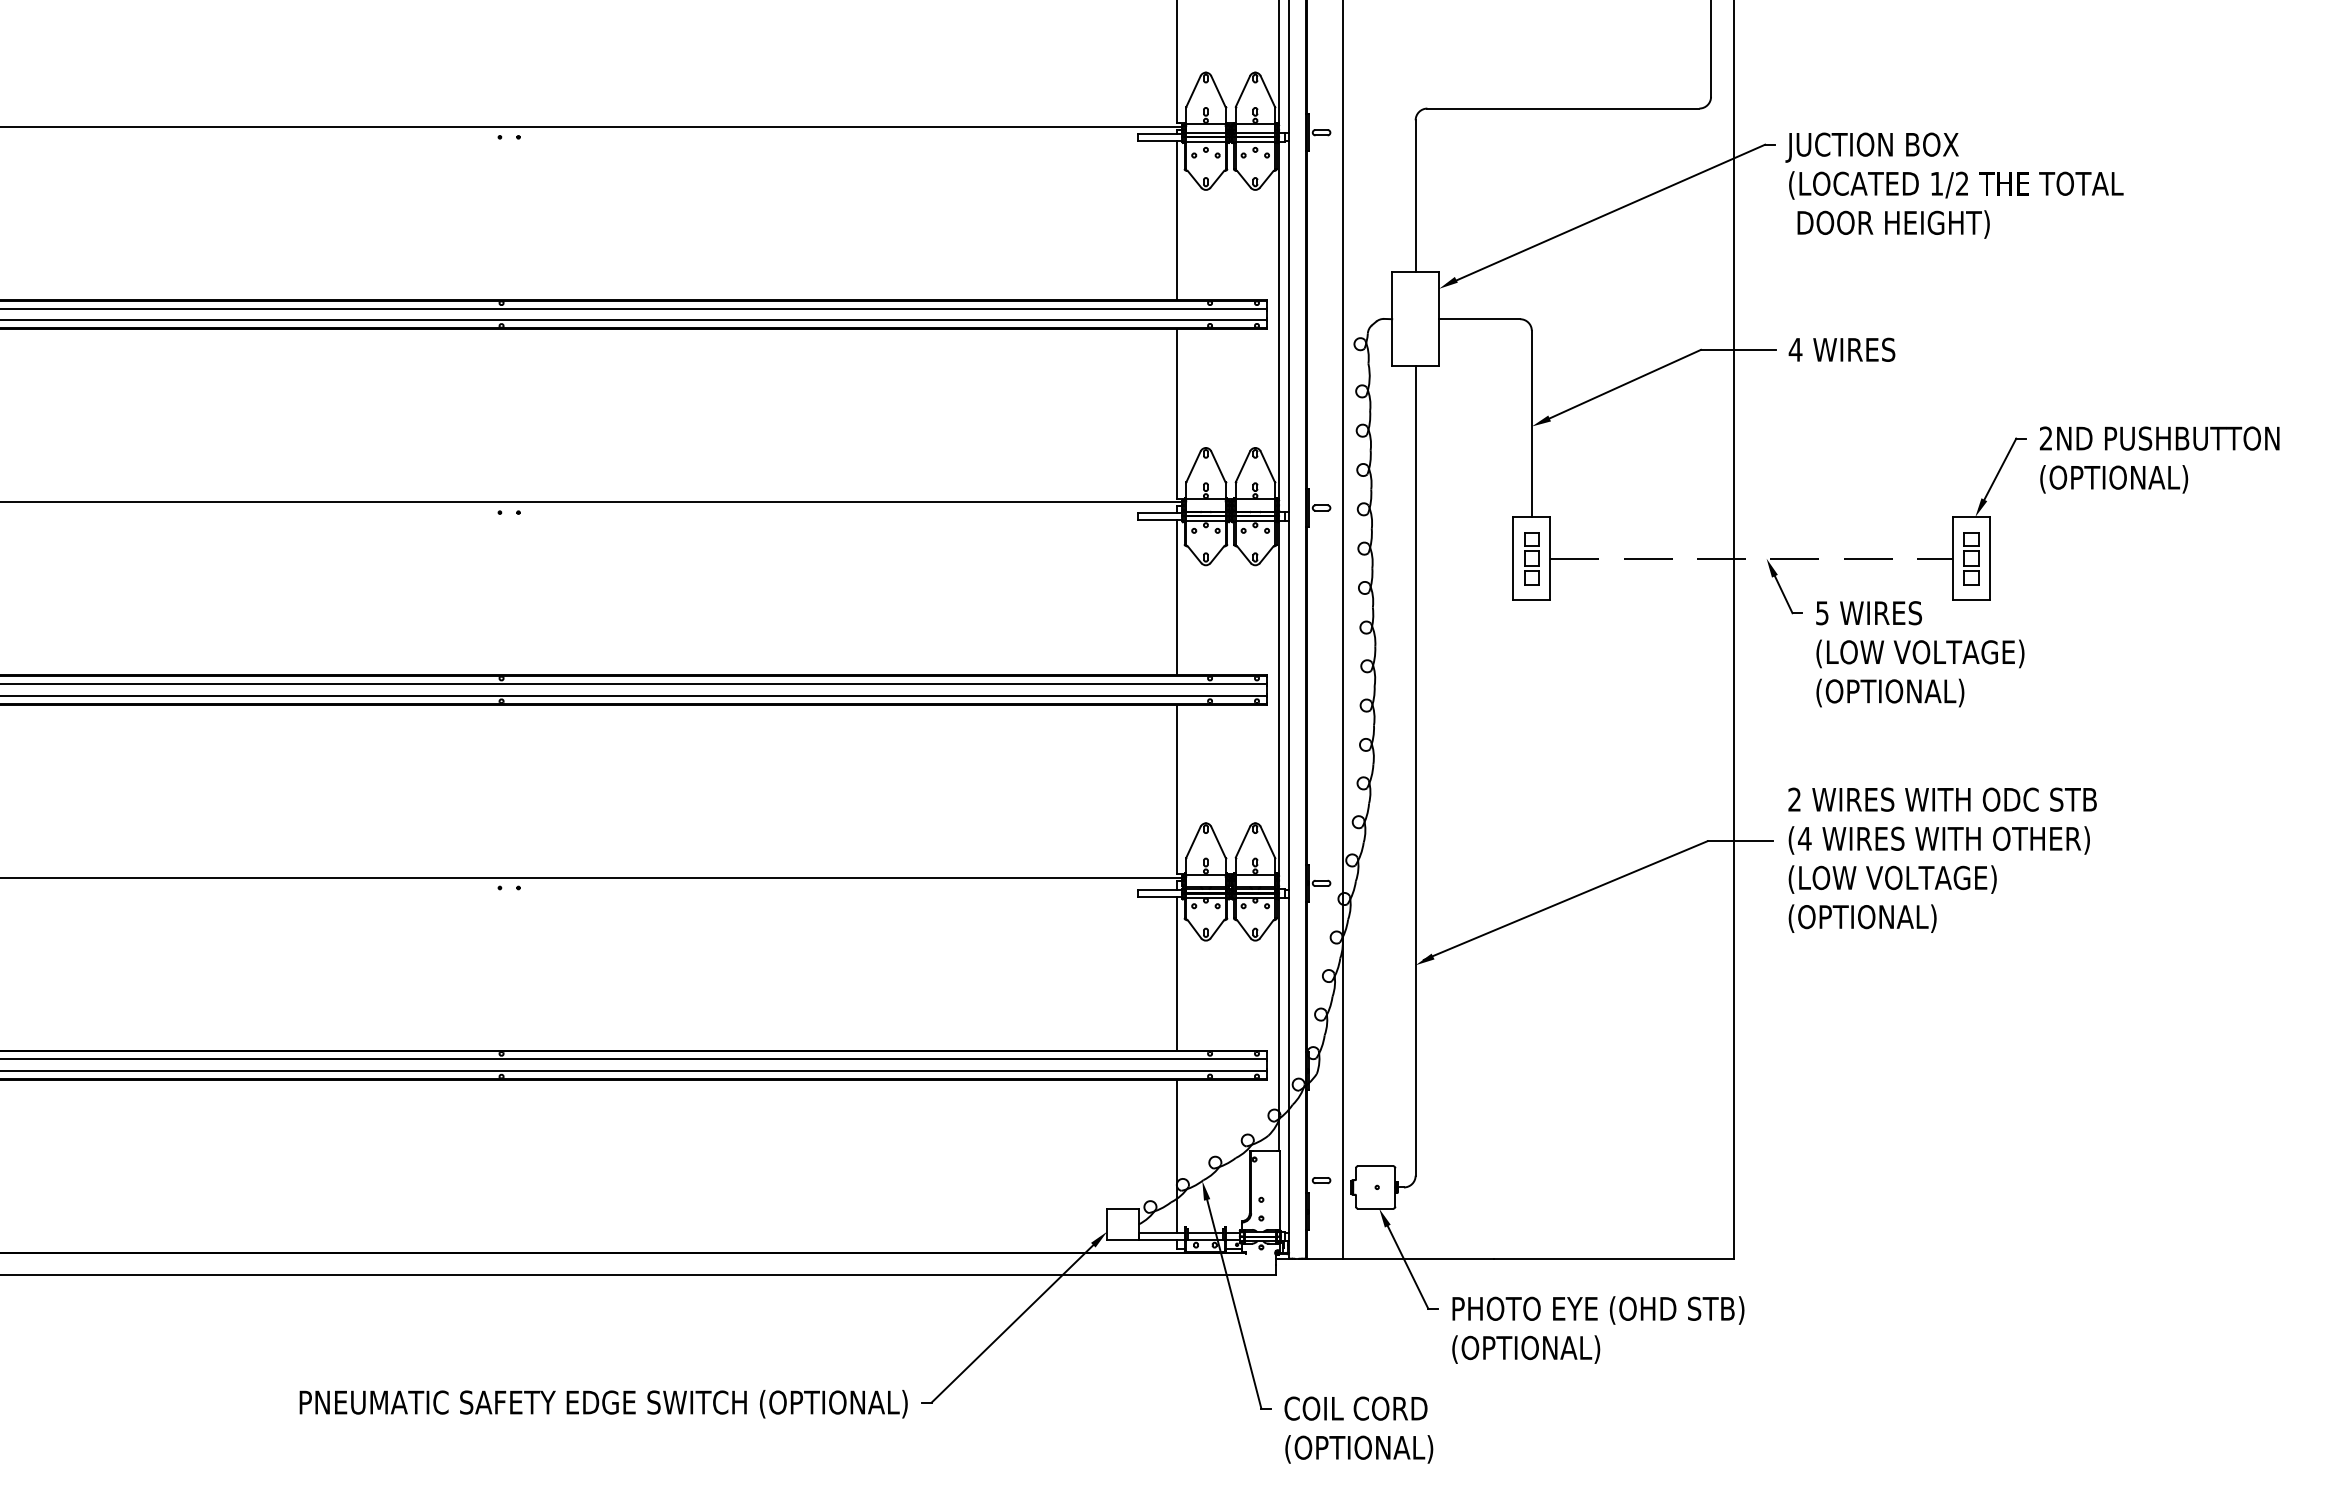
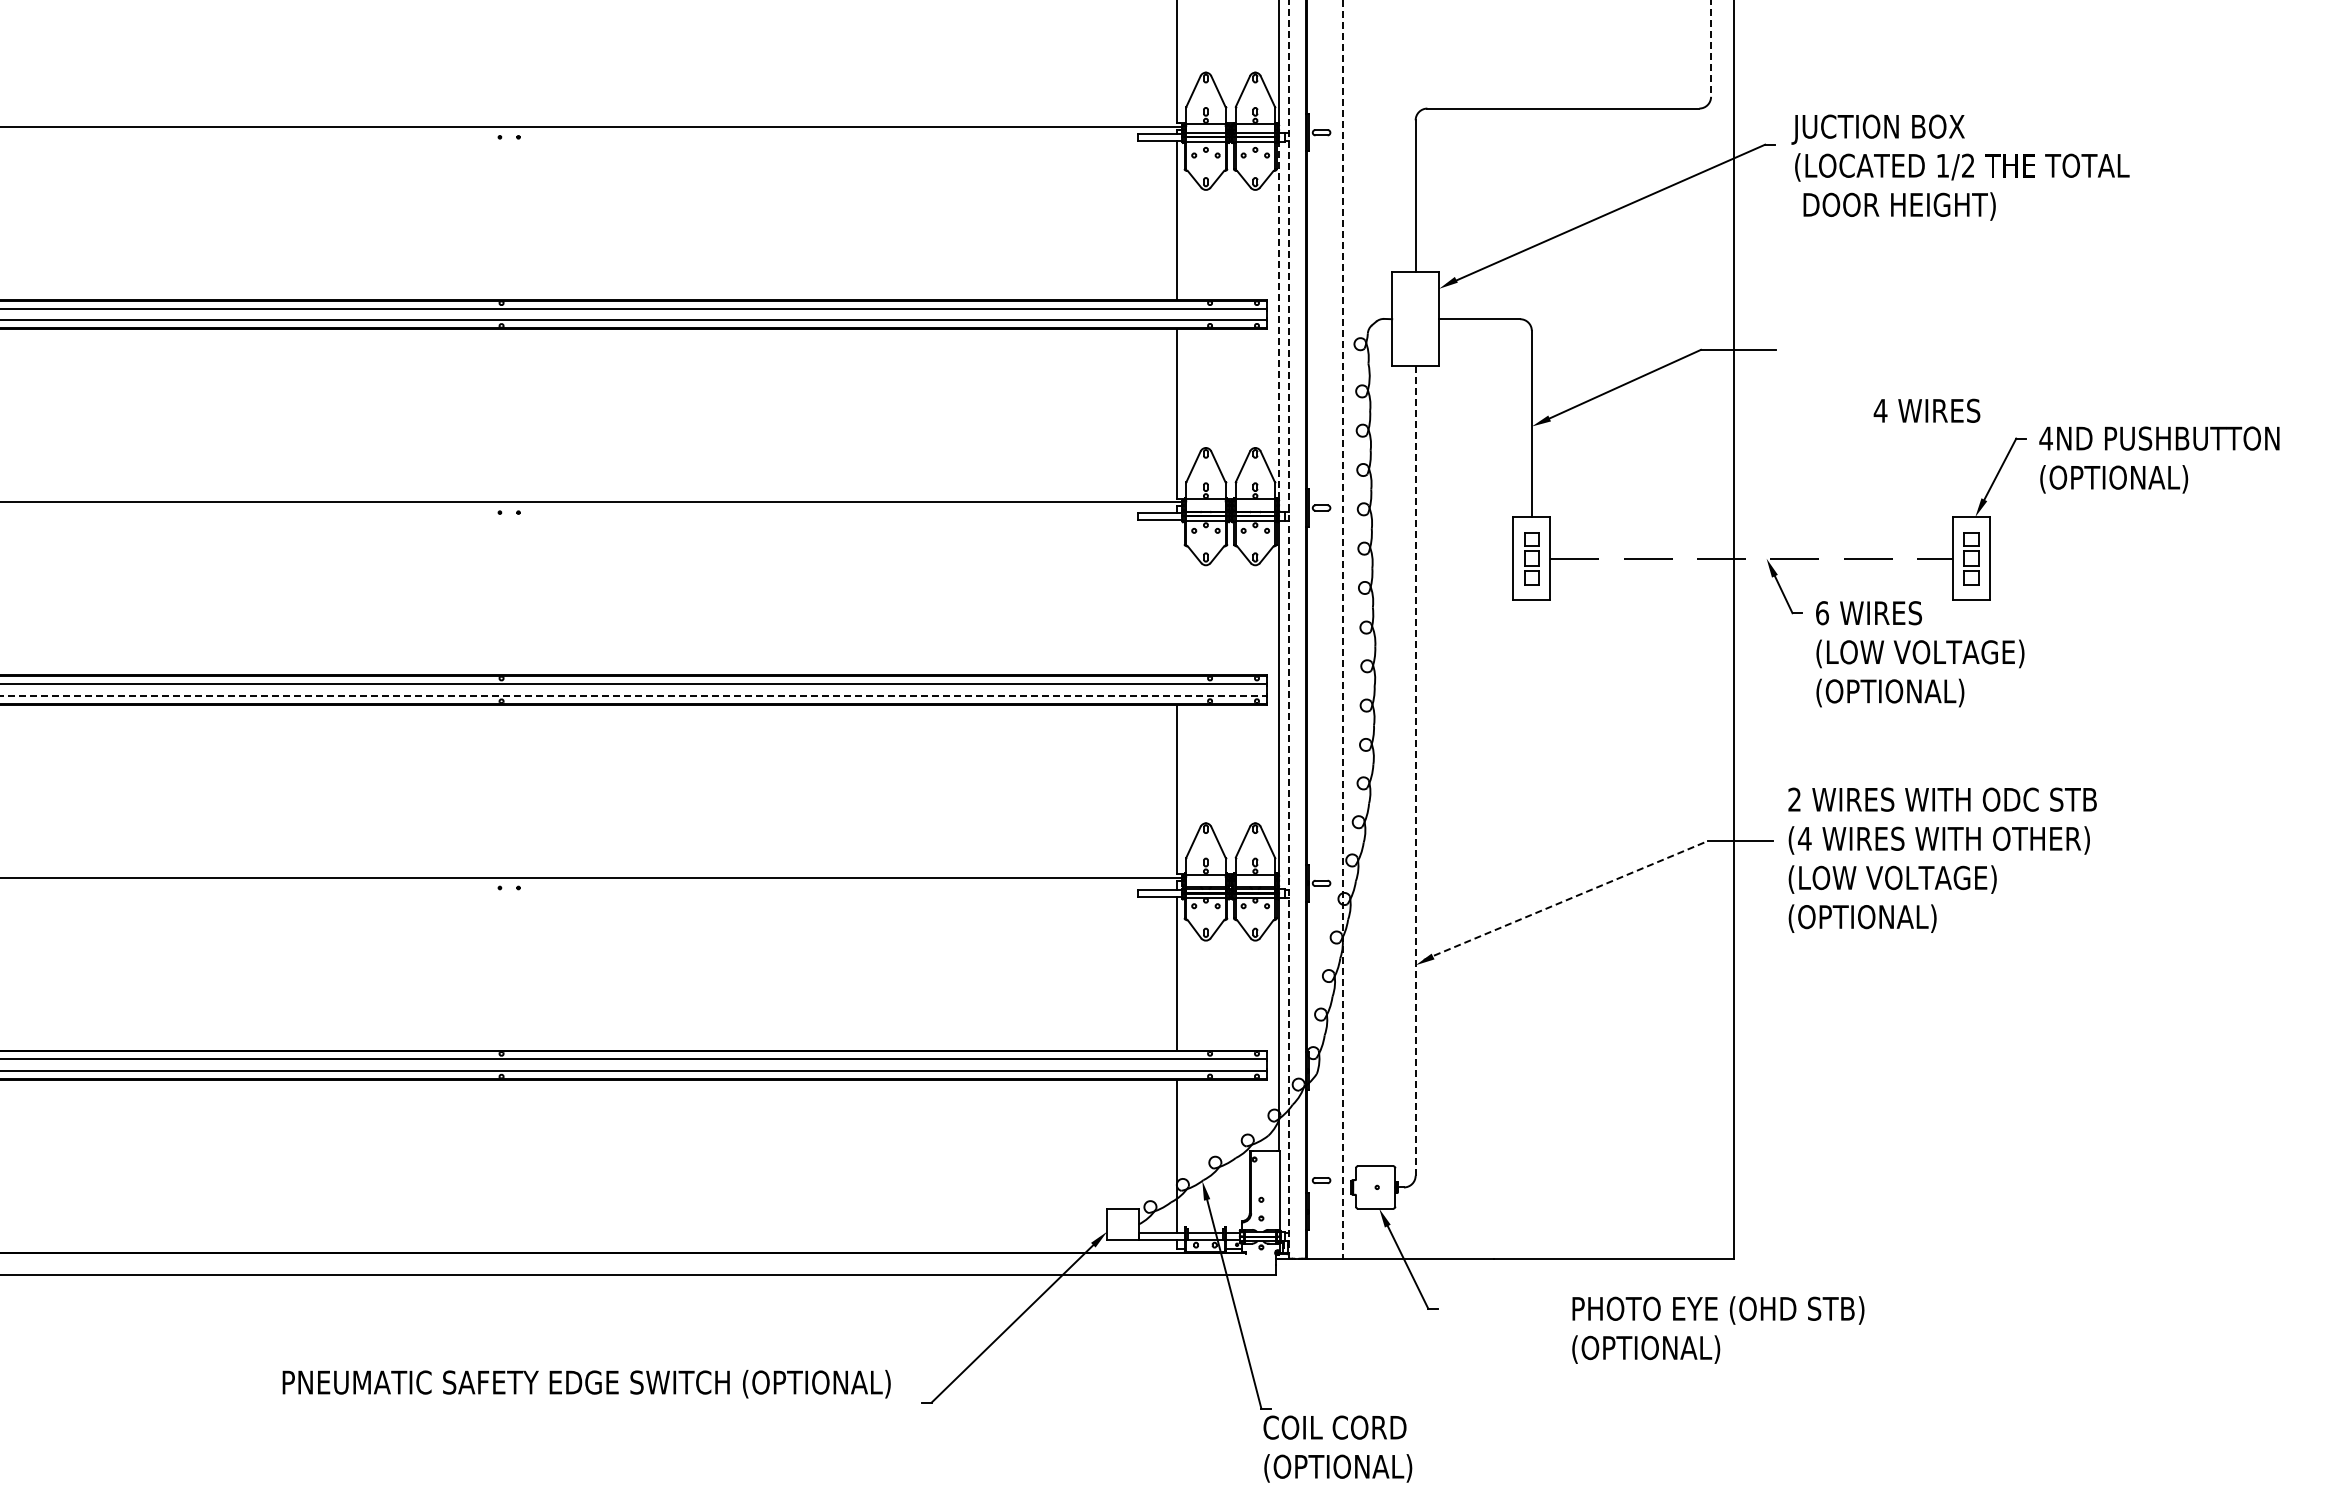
line at (1711, 48): solid -> dashed
text at (1954, 185) position: (1954, 185) -> (1960, 167)
line at (1278, 320): solid -> dashed
text at (1841, 349) position: (1841, 349) -> (1926, 410)
text at (2045, 438): 2ND -> 4ND
line at (1177, 597): present -> none
text at (1822, 613): 5 -> 6
line at (1289, 629): solid -> dashed
line at (1343, 629): solid -> dashed
line at (633, 695): solid -> dashed
line at (1415, 770): solid -> dashed
line at (1565, 900): solid -> dashed
text at (1598, 1329) position: (1598, 1329) -> (1718, 1329)
text at (603, 1404) position: (603, 1404) -> (586, 1384)
text at (1358, 1429) position: (1358, 1429) -> (1337, 1448)
